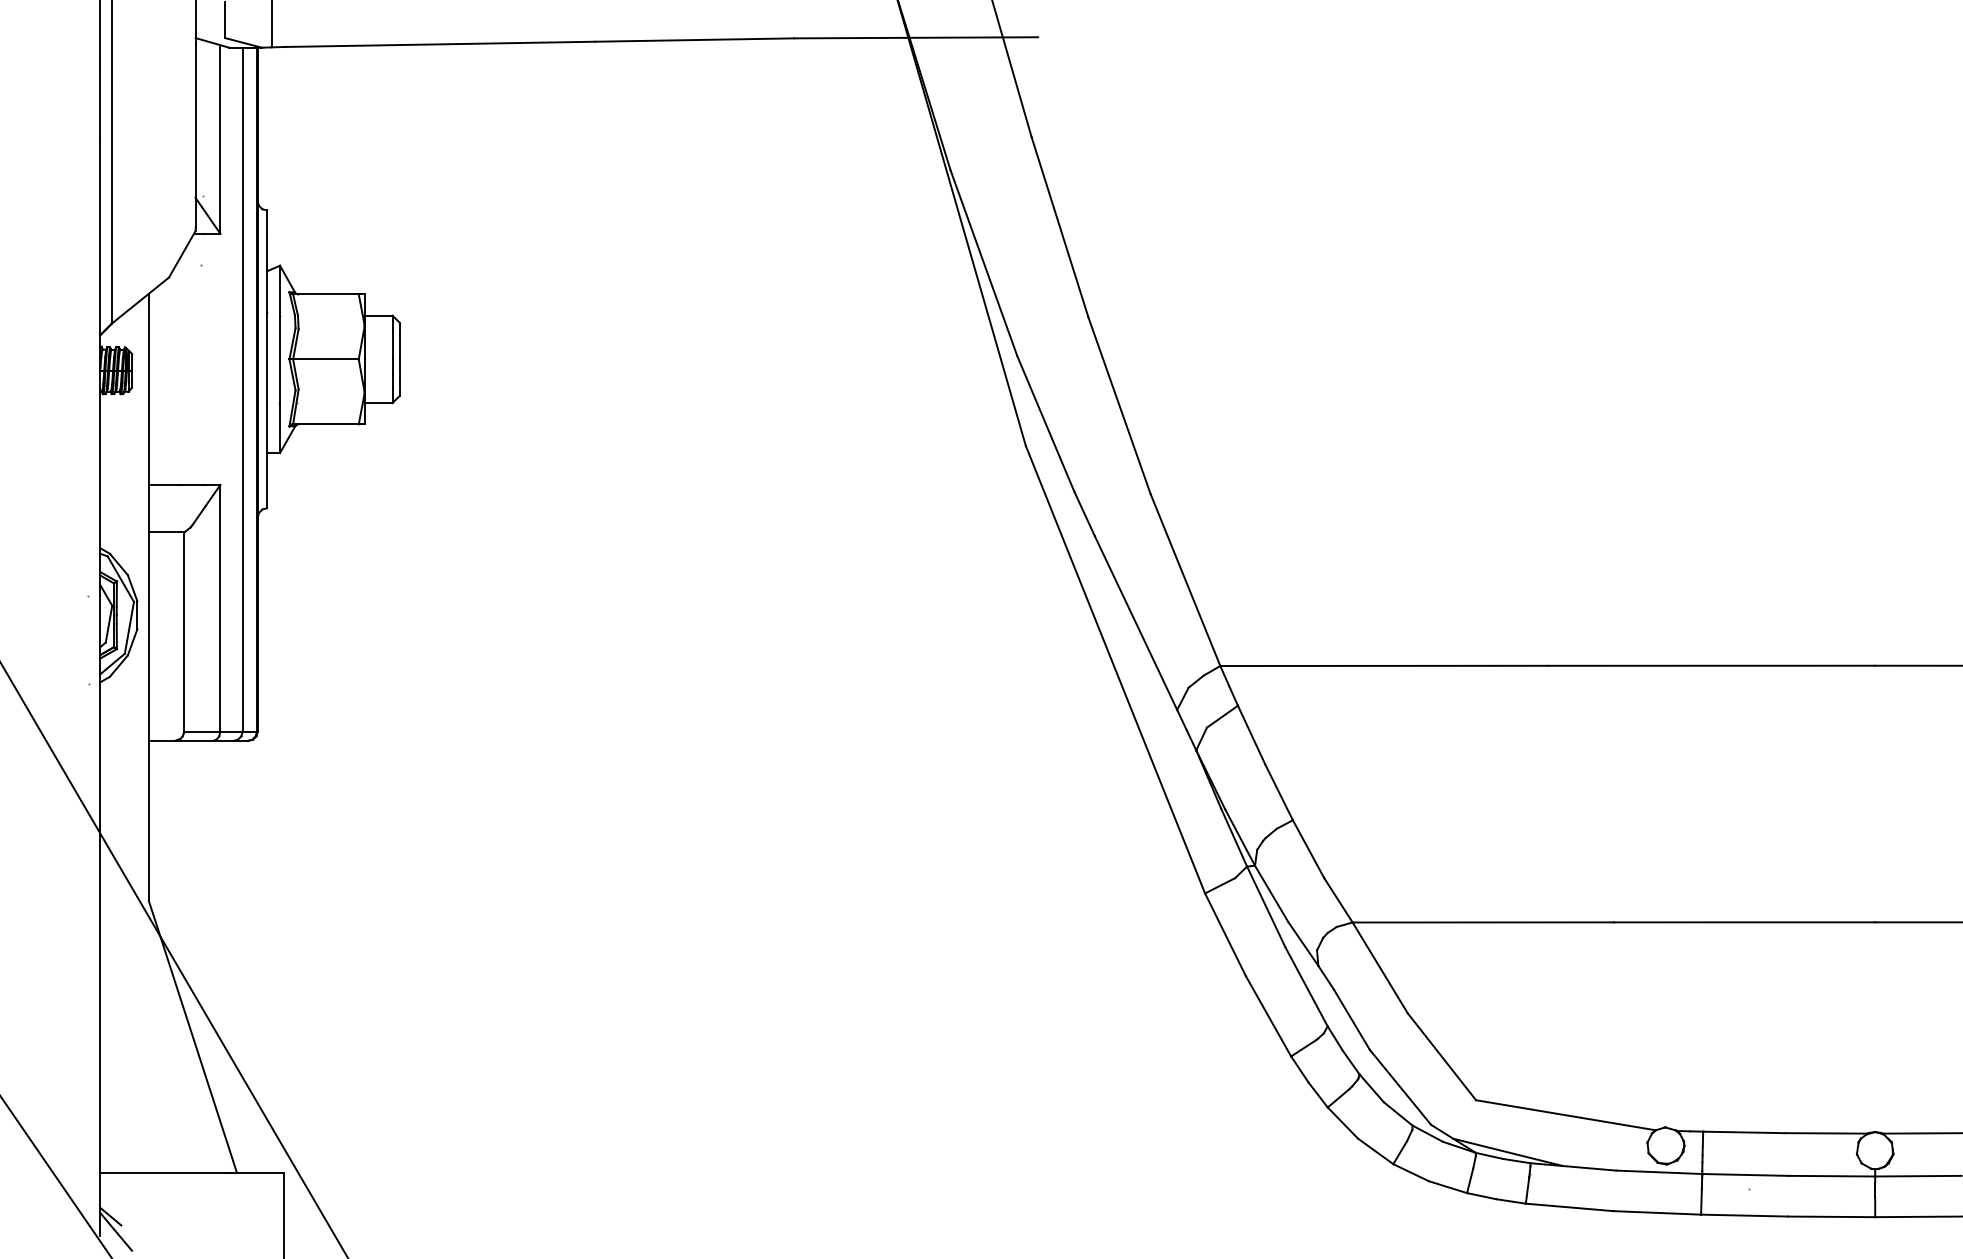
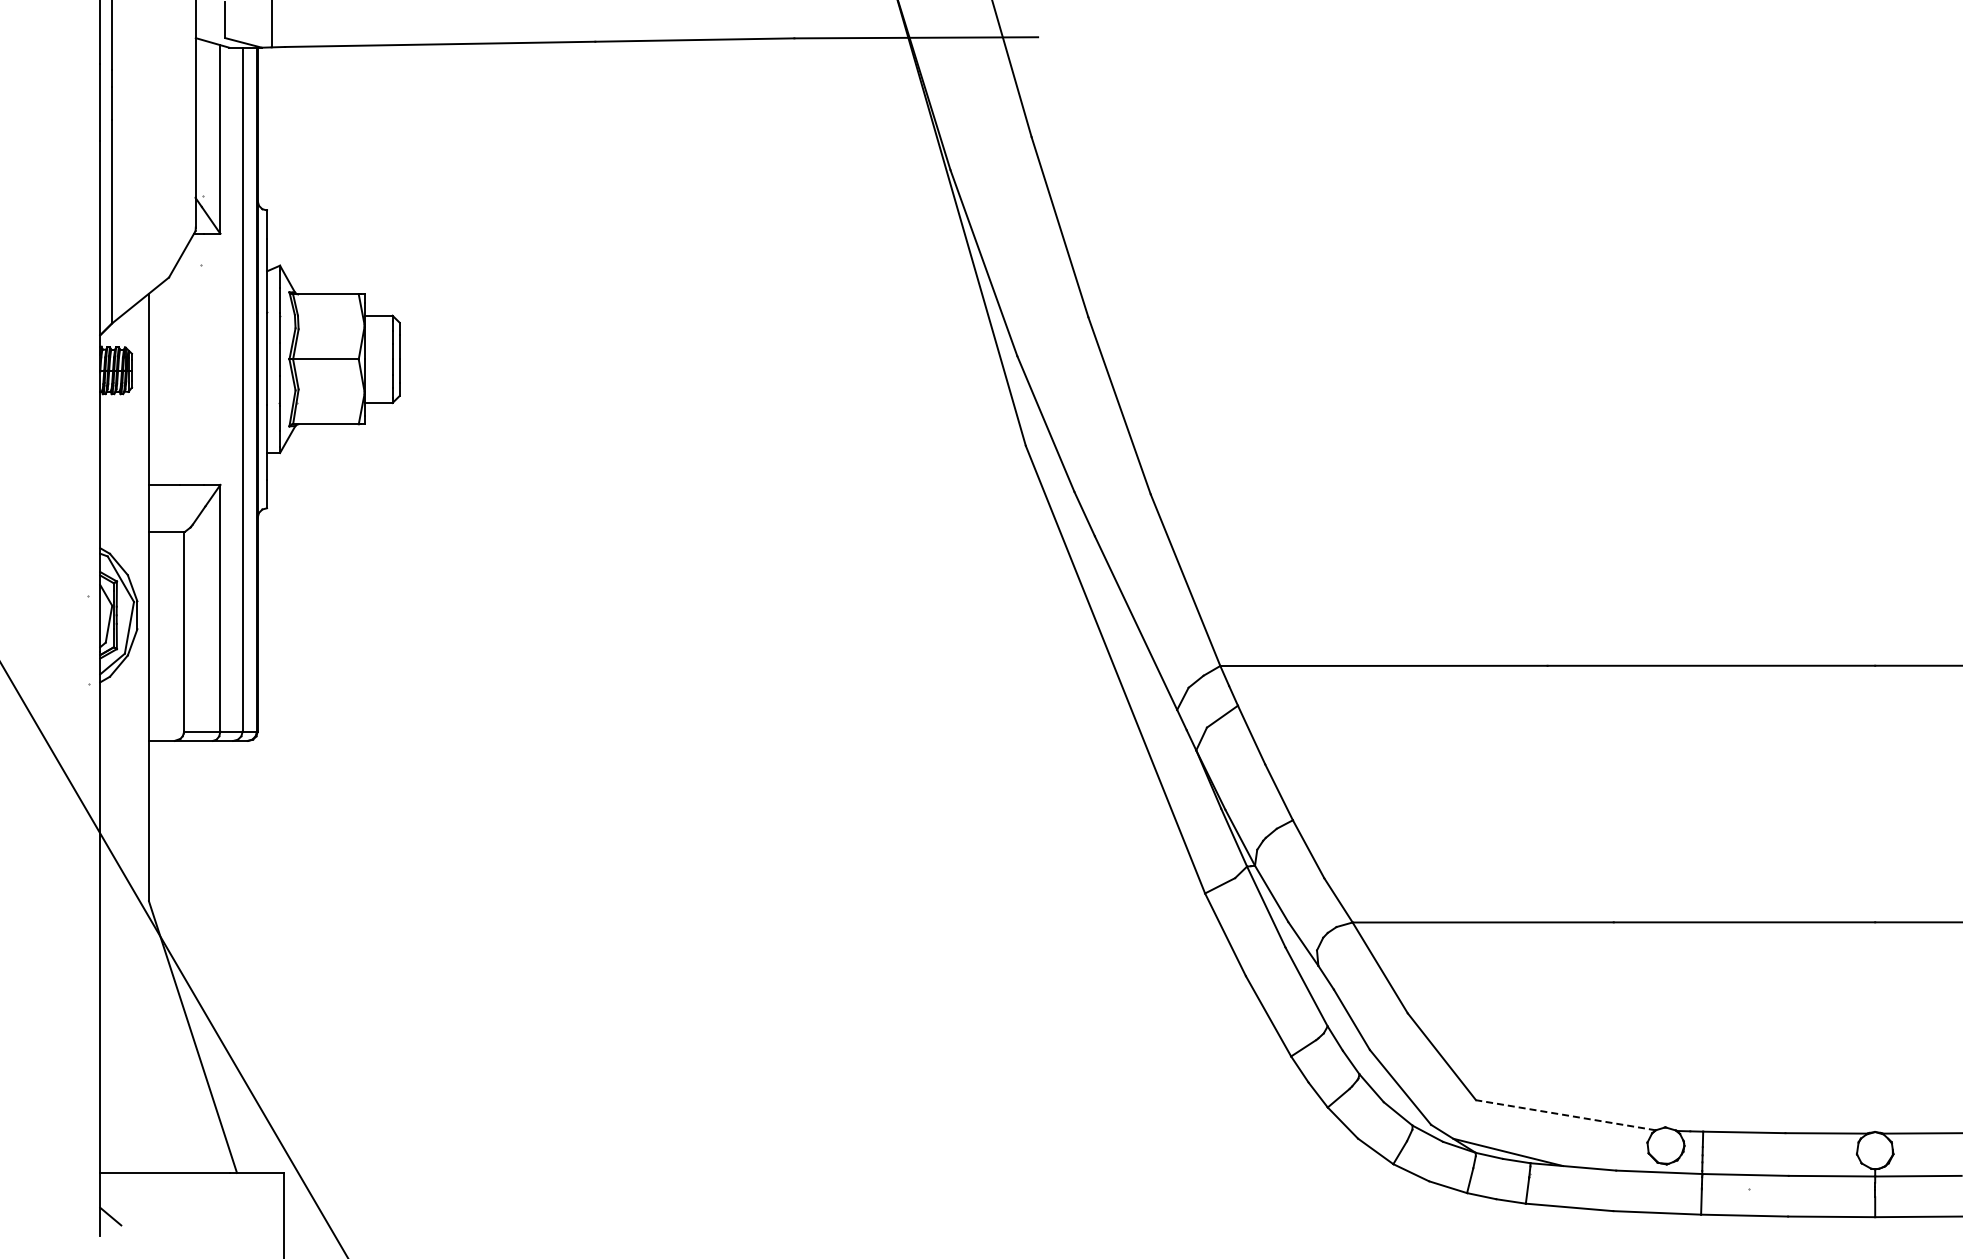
line at (1565, 1115): solid -> dashed
line at (55, 1176): present -> none
line at (116, 1231): present -> none
